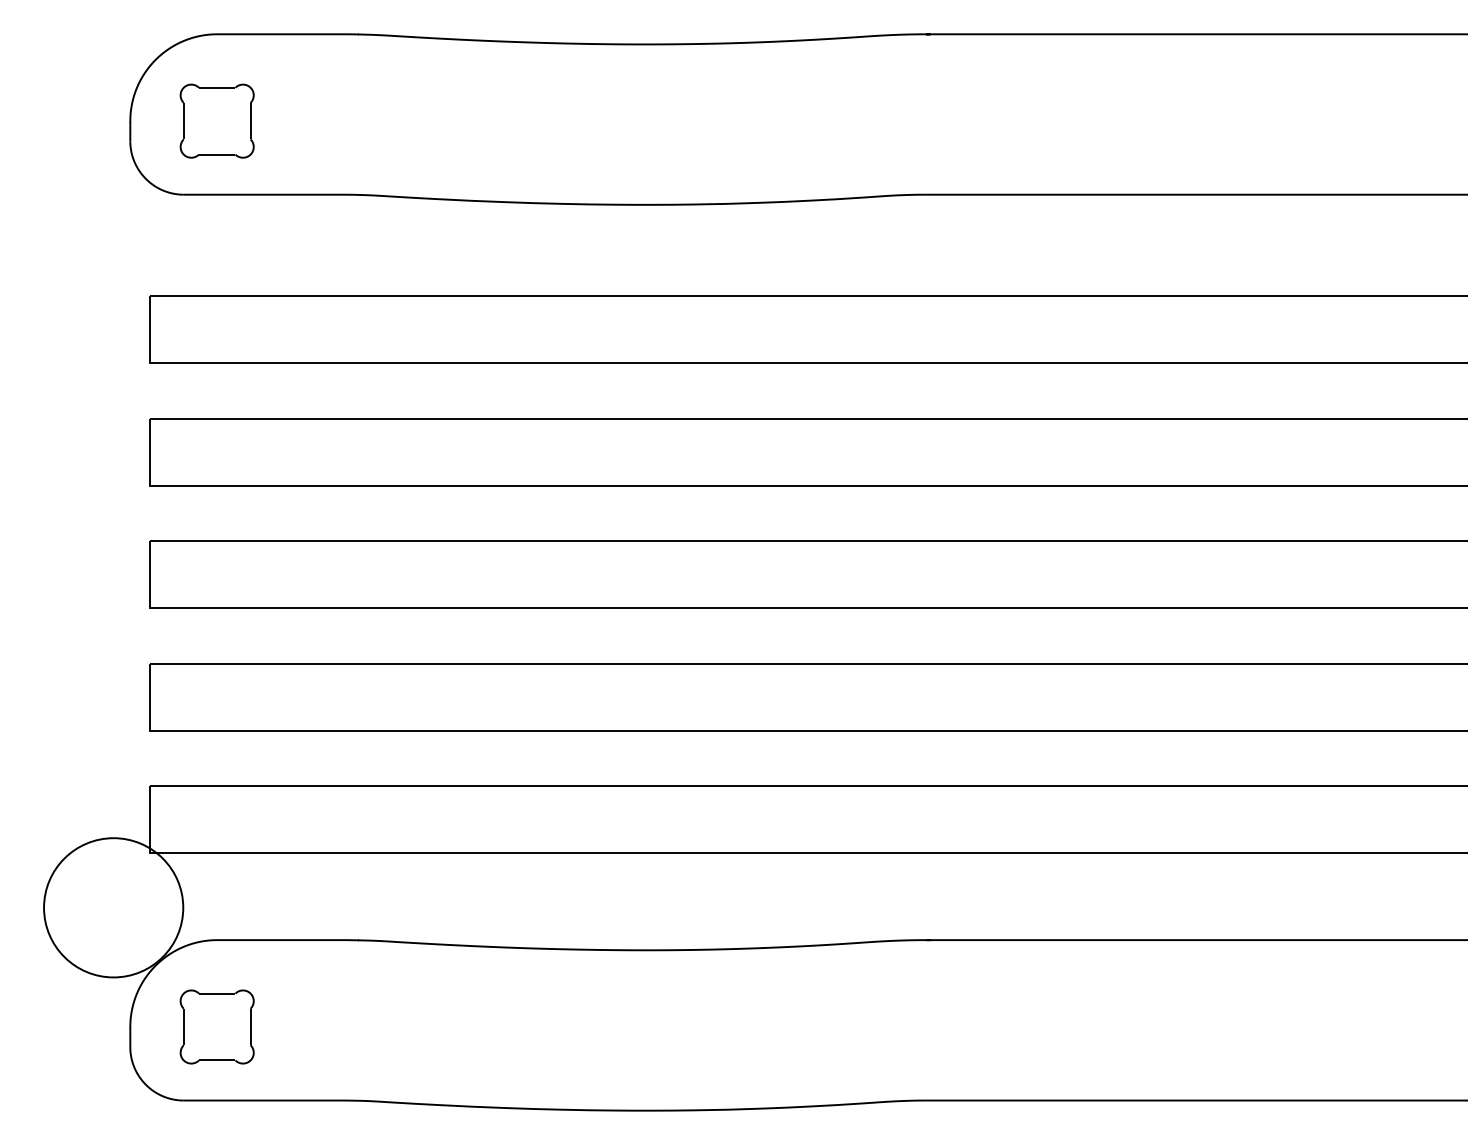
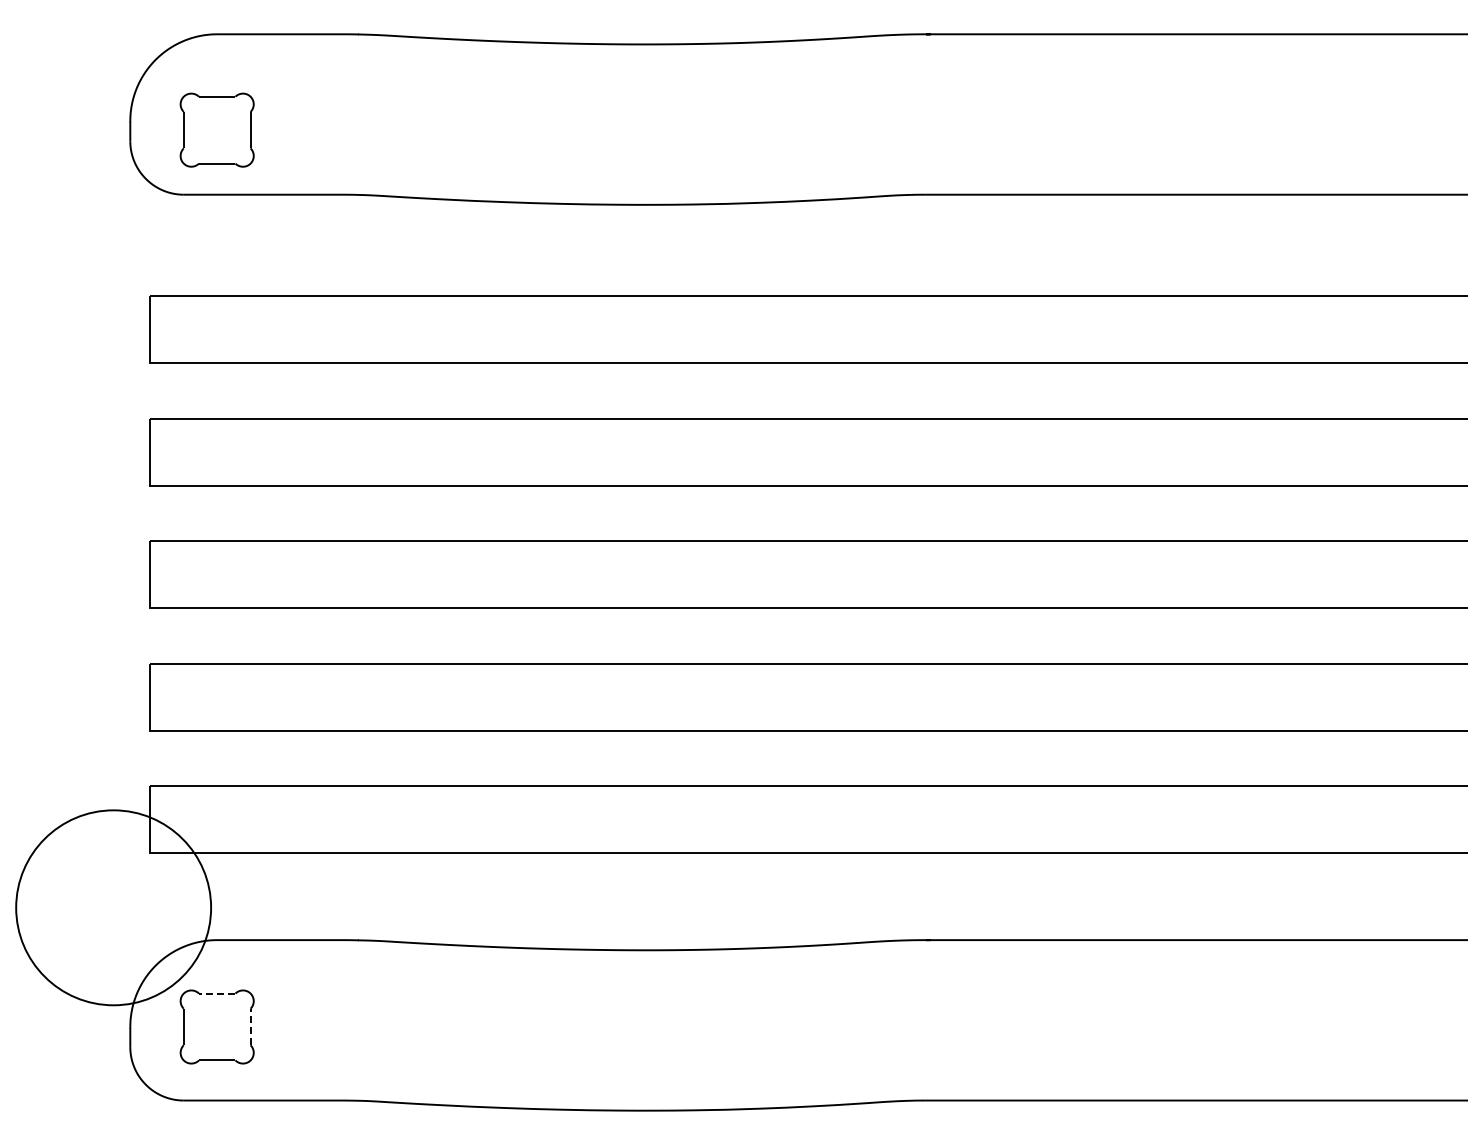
part at (216, 120) position: (216, 120) -> (216, 129)
circle at (113, 907) diameter: 139 px -> 195 px
line at (216, 993): solid -> dashed
line at (250, 1026): solid -> dashed
